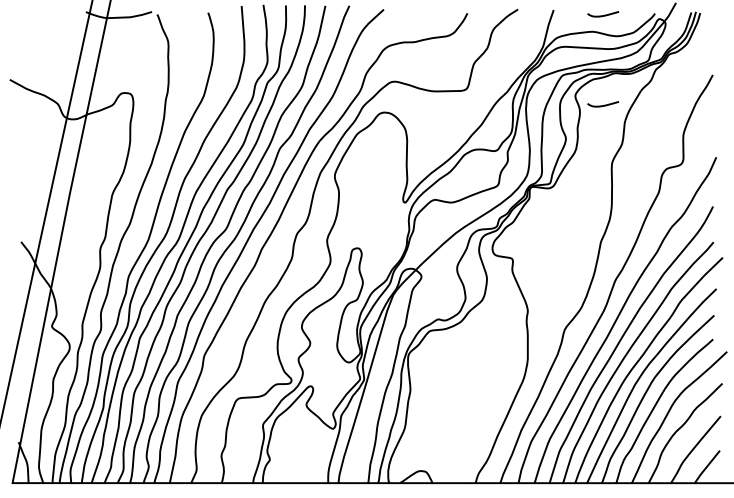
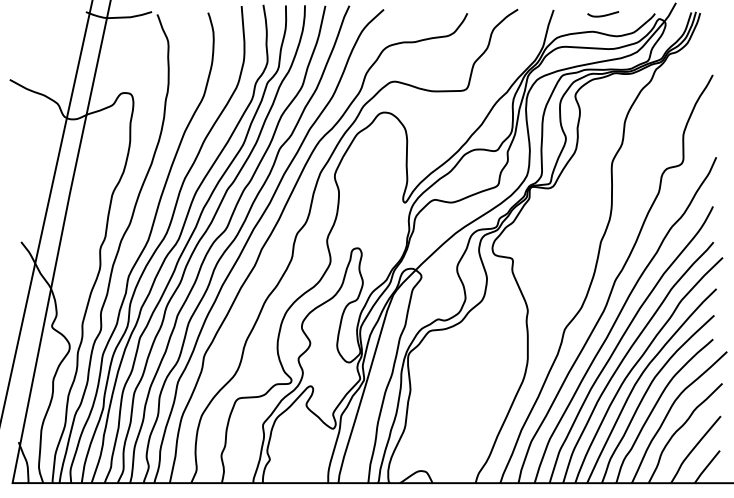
curve at (604, 104): present -> none
